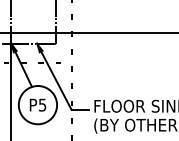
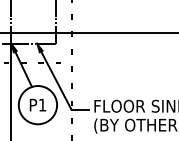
text at (42, 104): P5 -> P1
